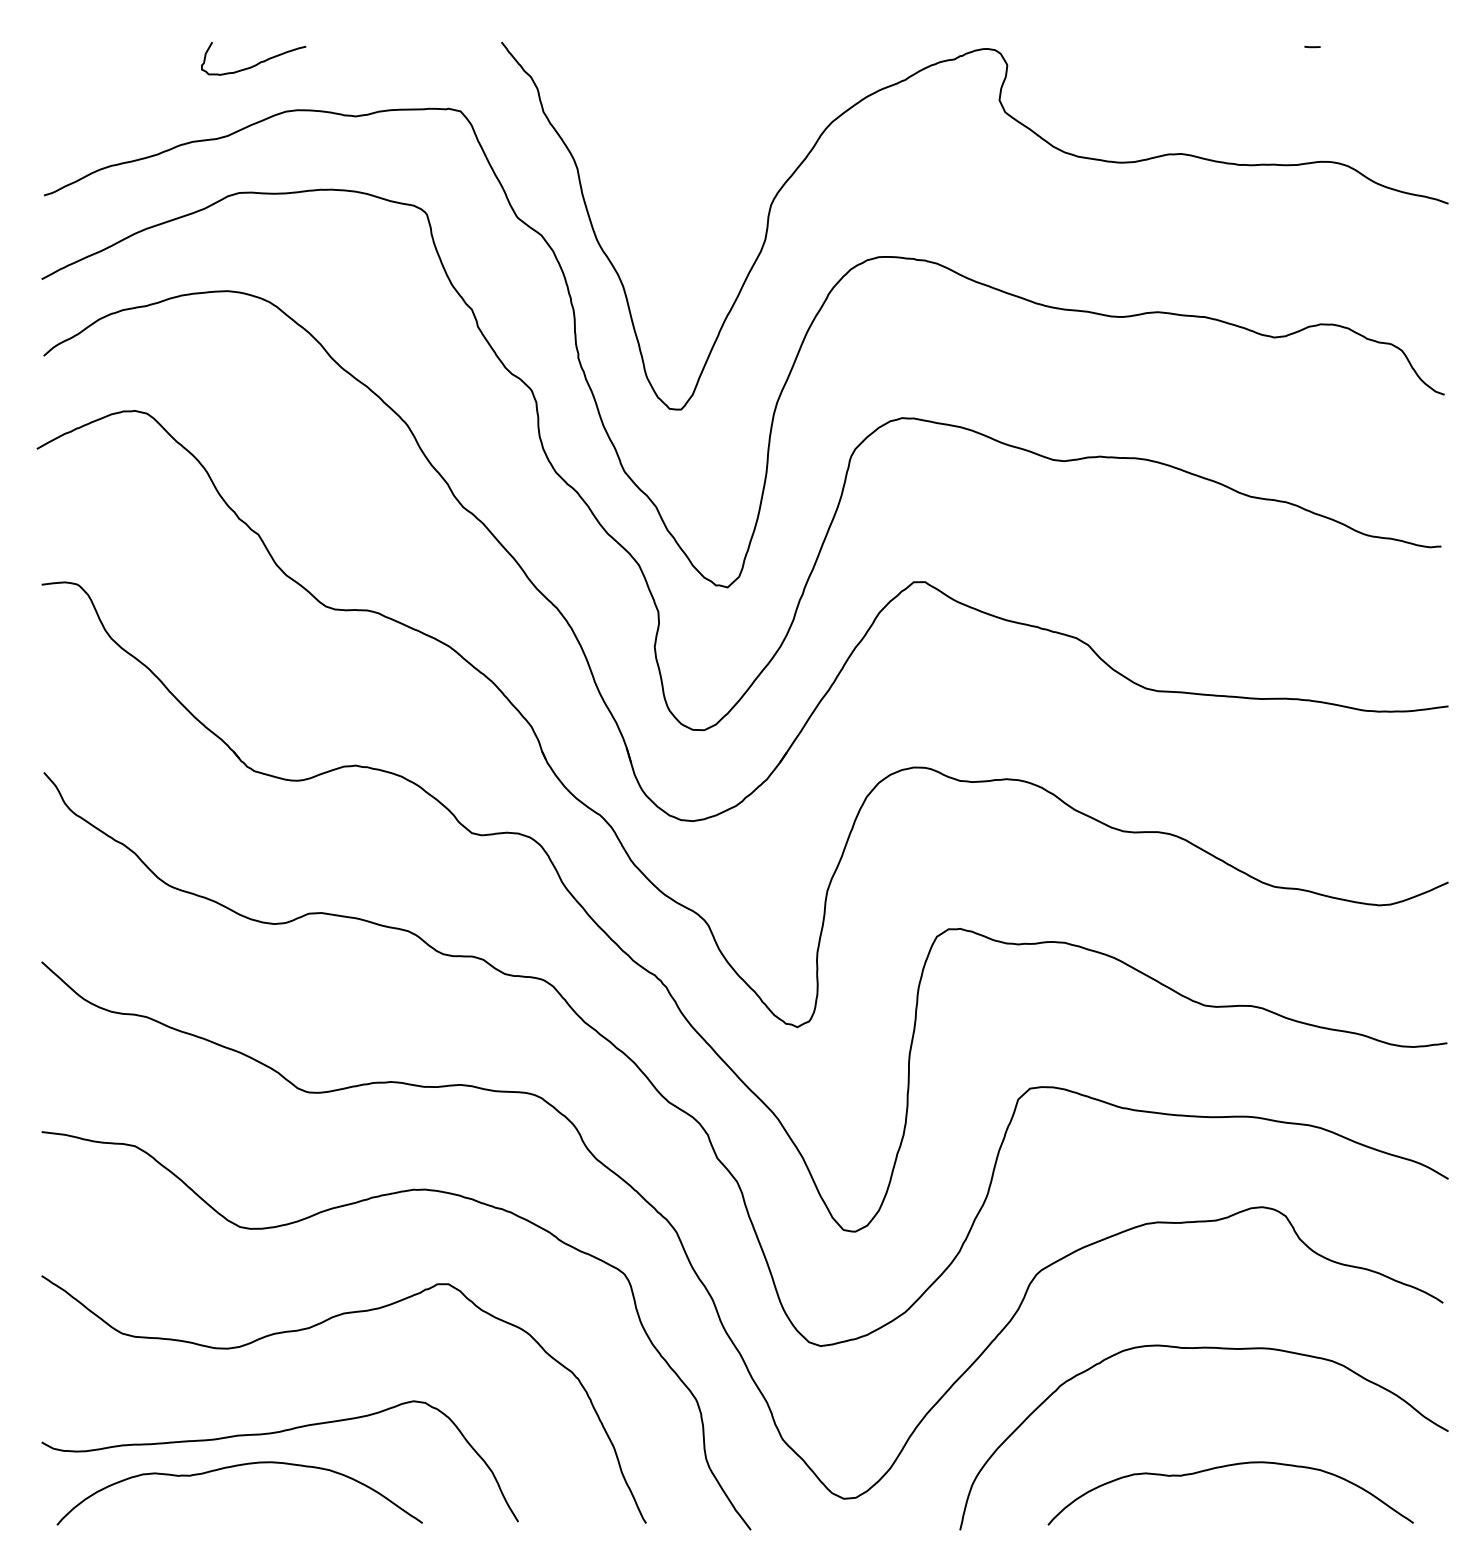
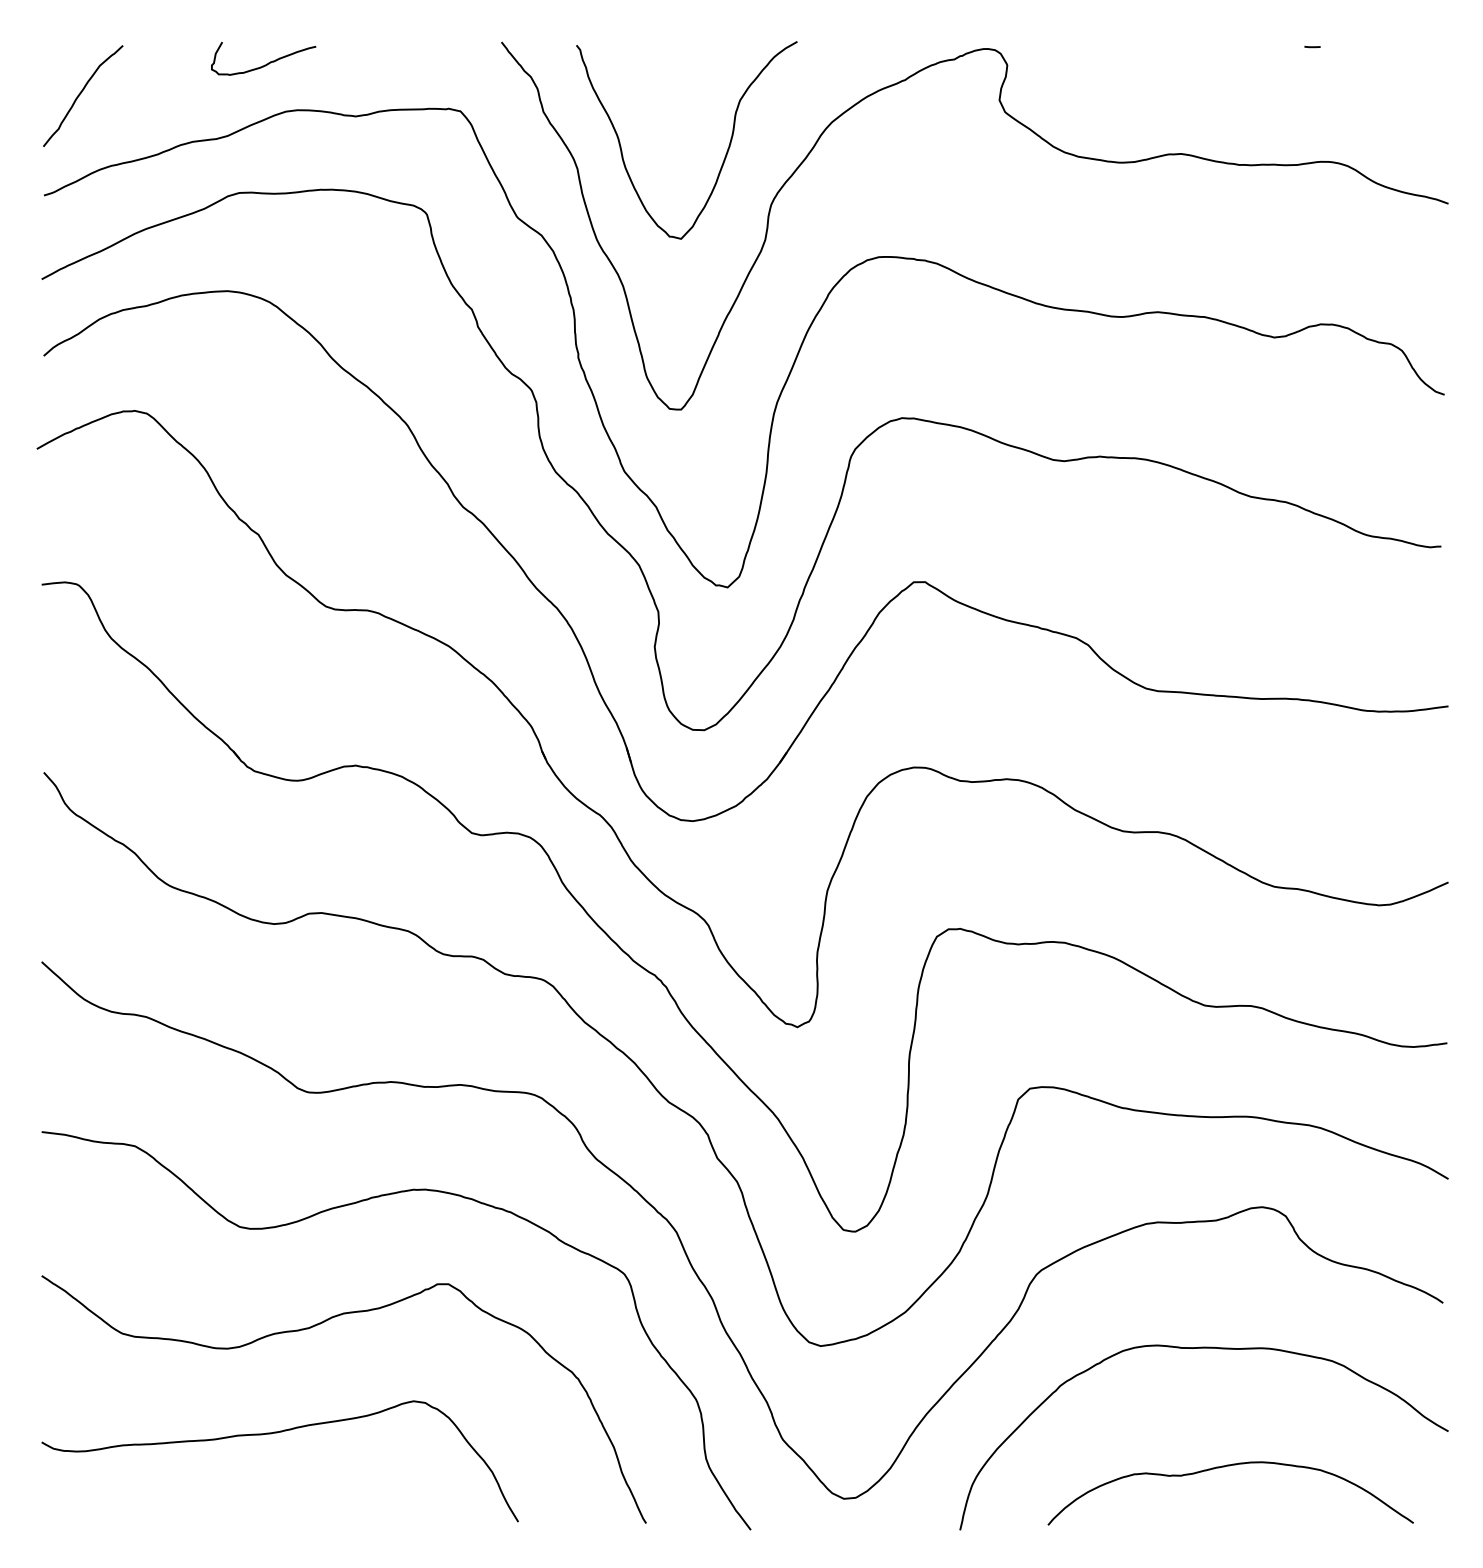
curve at (256, 63) position: (256, 63) -> (266, 63)
curve at (81, 93): none -> present
curve at (724, 156): none -> present
curve at (233, 1467): present -> none
